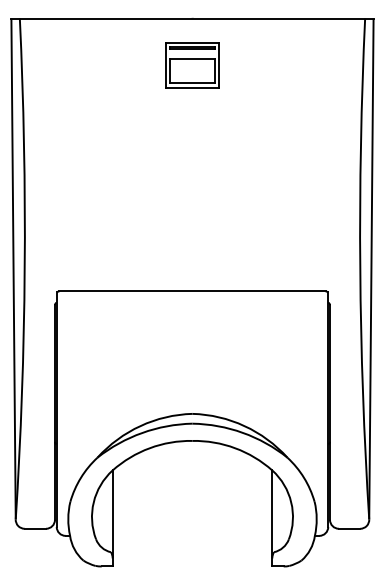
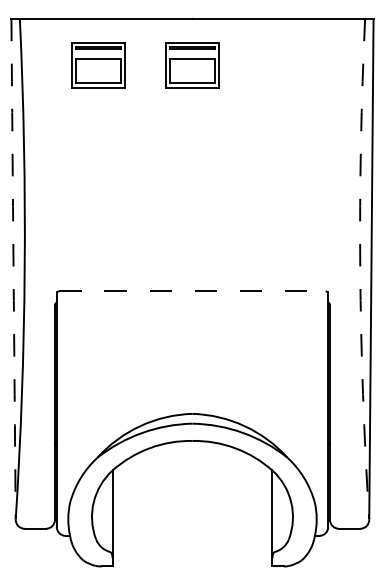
part at (98, 65): none -> present
arc at (13, 268): solid -> dashed
arc at (360, 269): solid -> dashed
line at (192, 291): solid -> dashed
